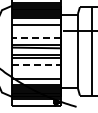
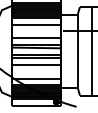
line at (35, 37): dashed -> solid
line at (36, 65): dashed -> solid
